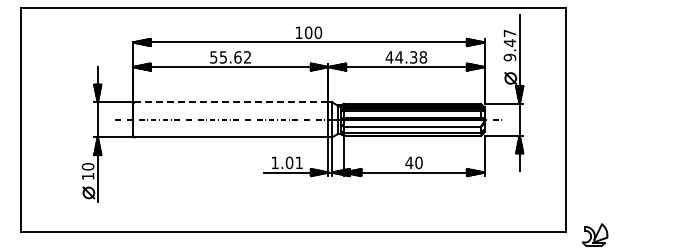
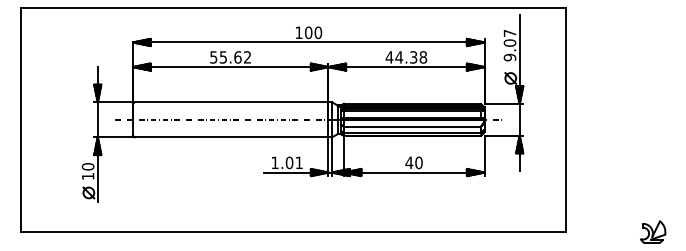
text at (509, 43): 9.47 -> 9.07
line at (231, 102): dashed -> solid
part at (595, 234) position: (595, 234) -> (653, 231)
